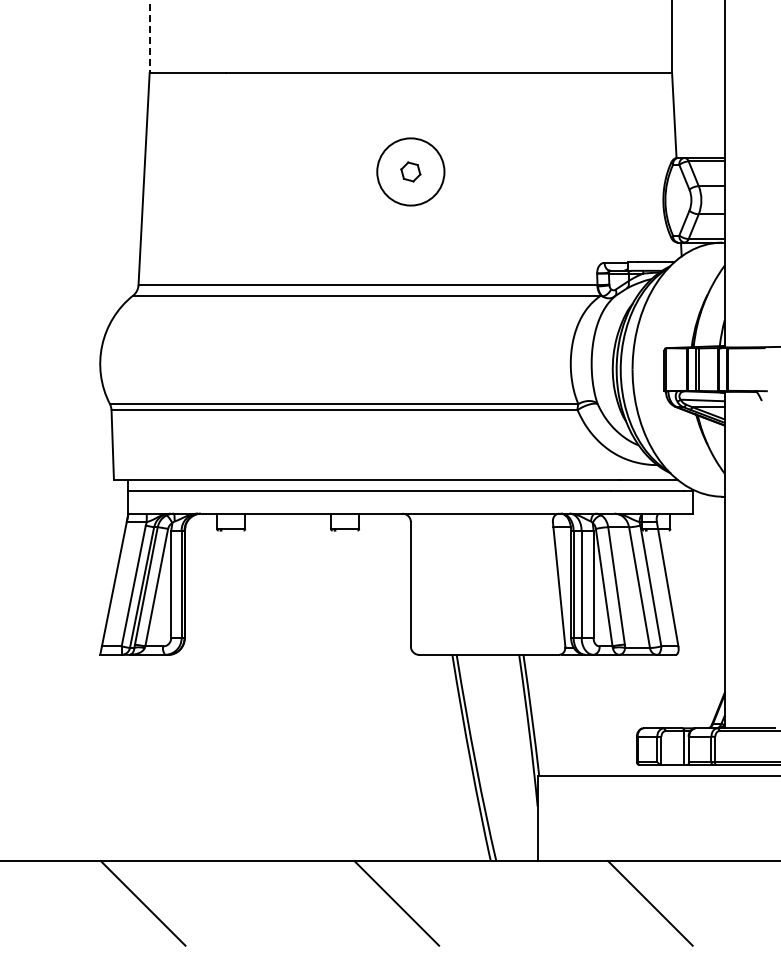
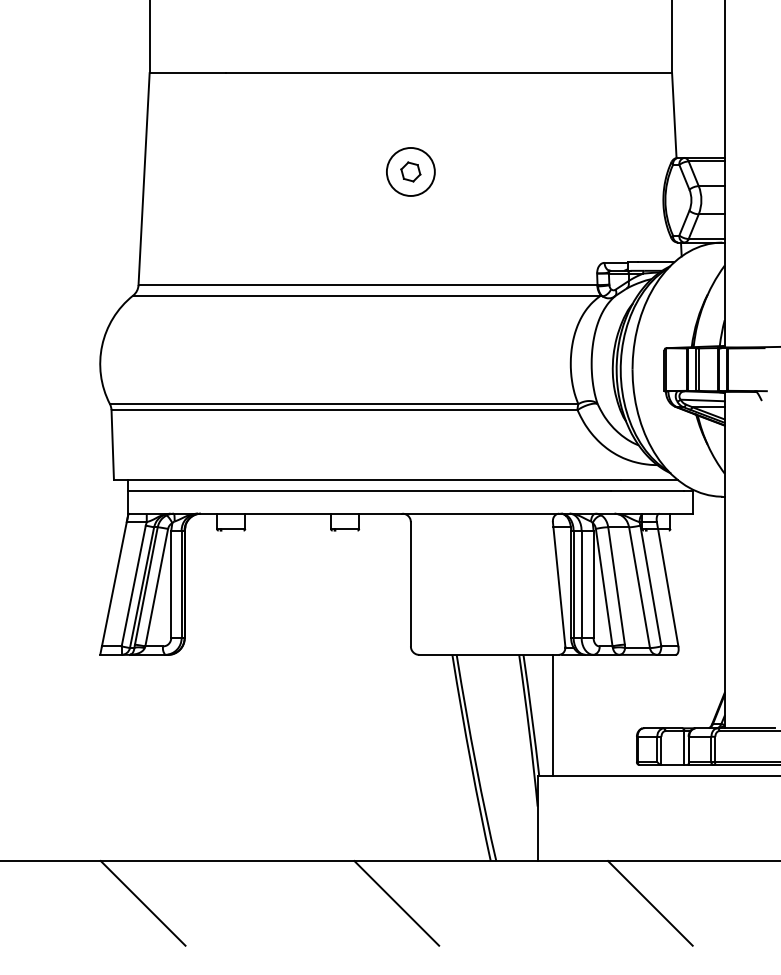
line at (149, 37): dashed -> solid
circle at (410, 171) diameter: 67 px -> 48 px
line at (553, 715): none -> present
